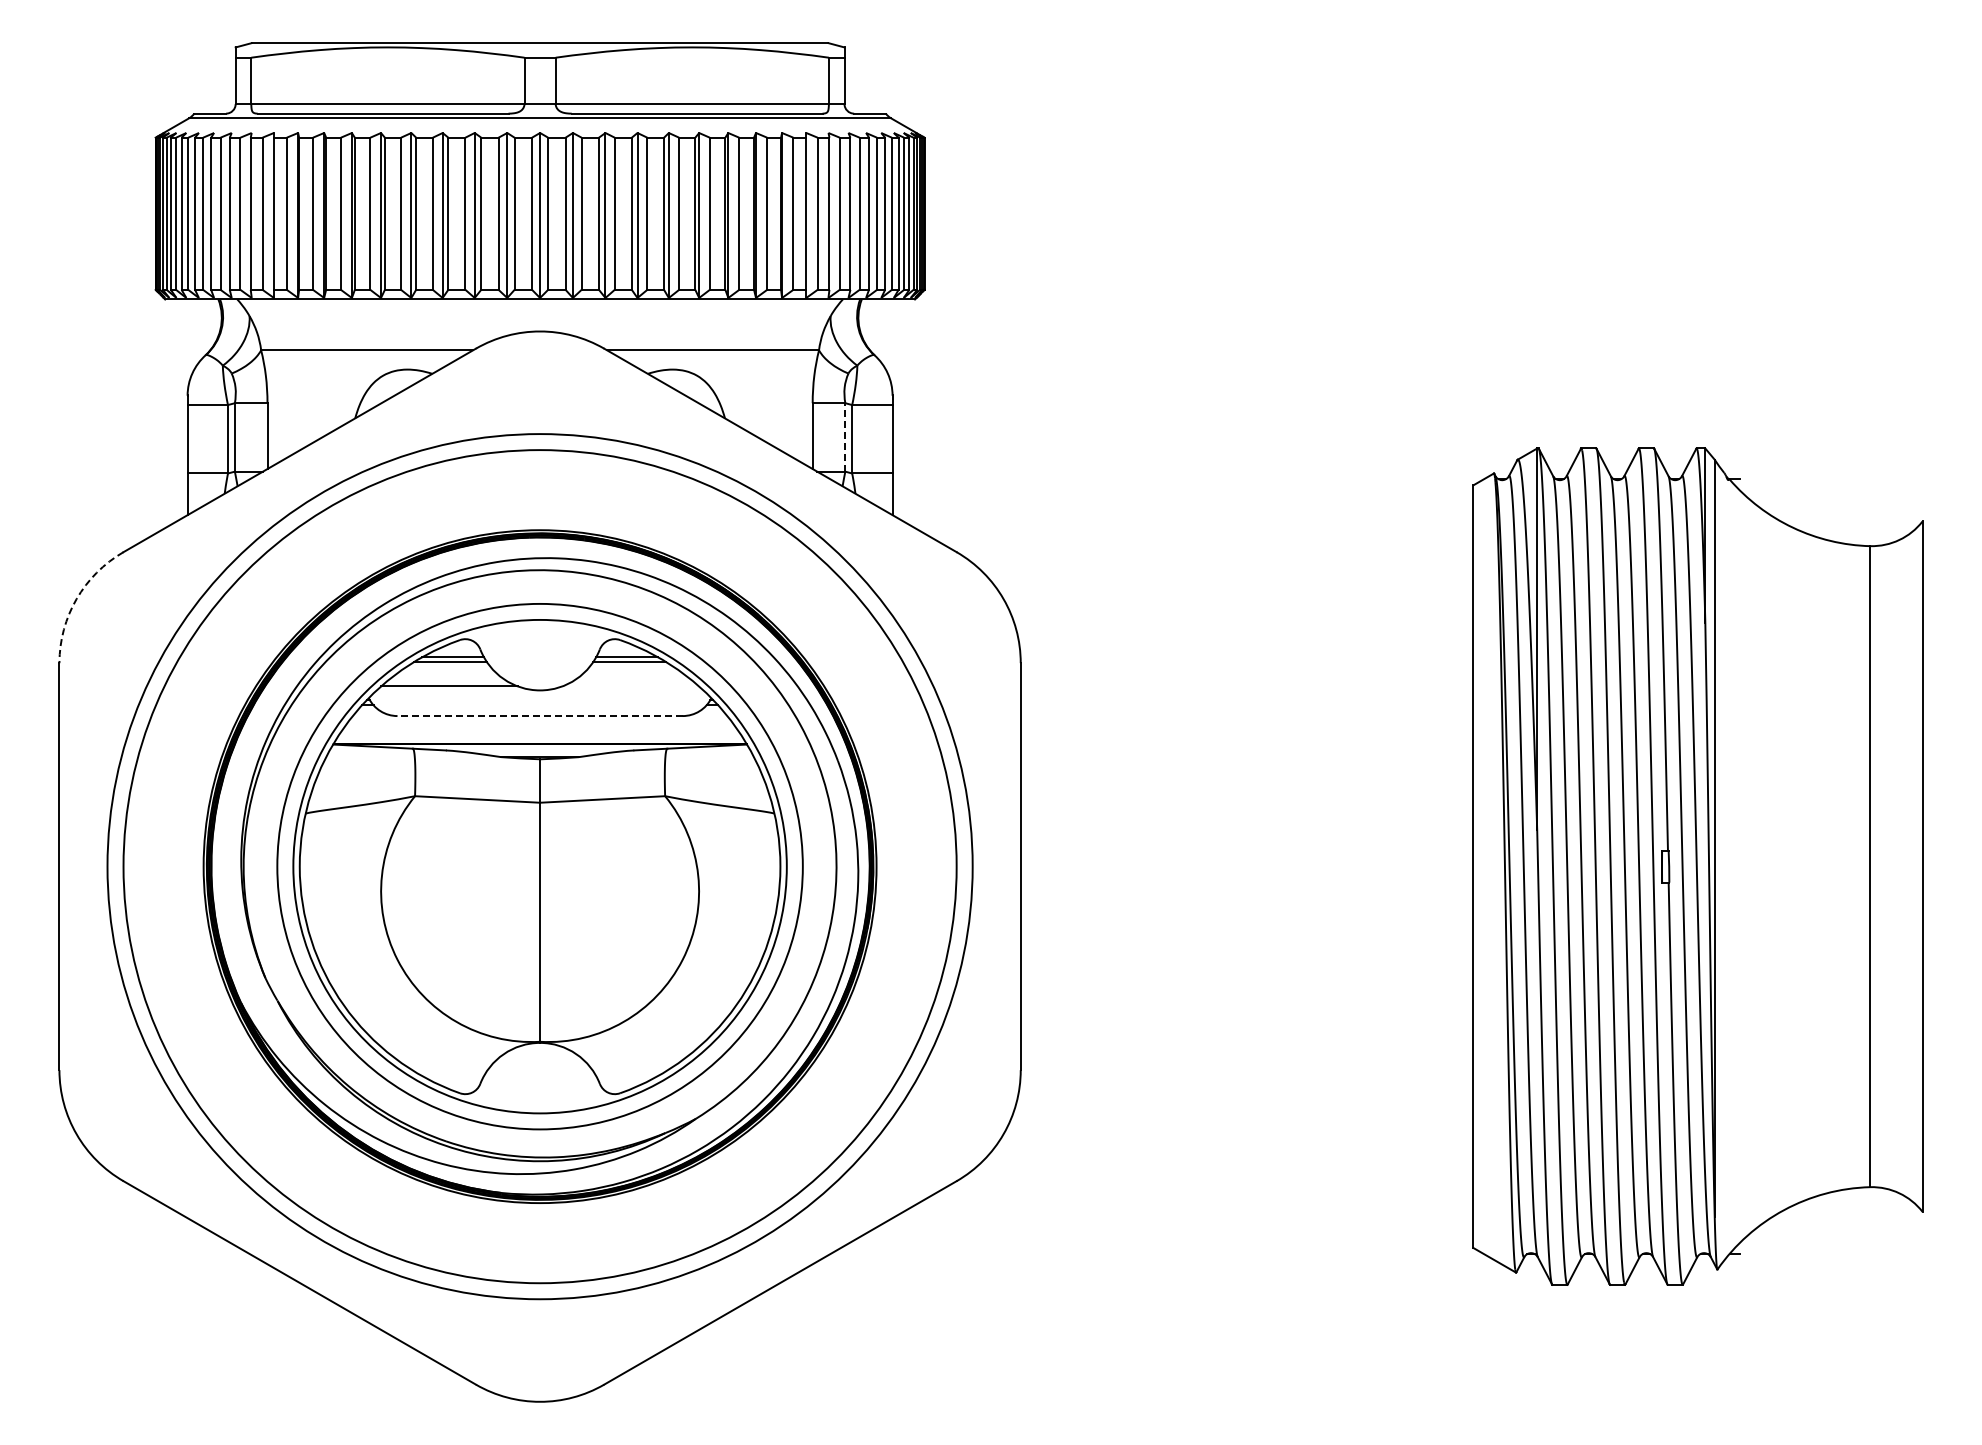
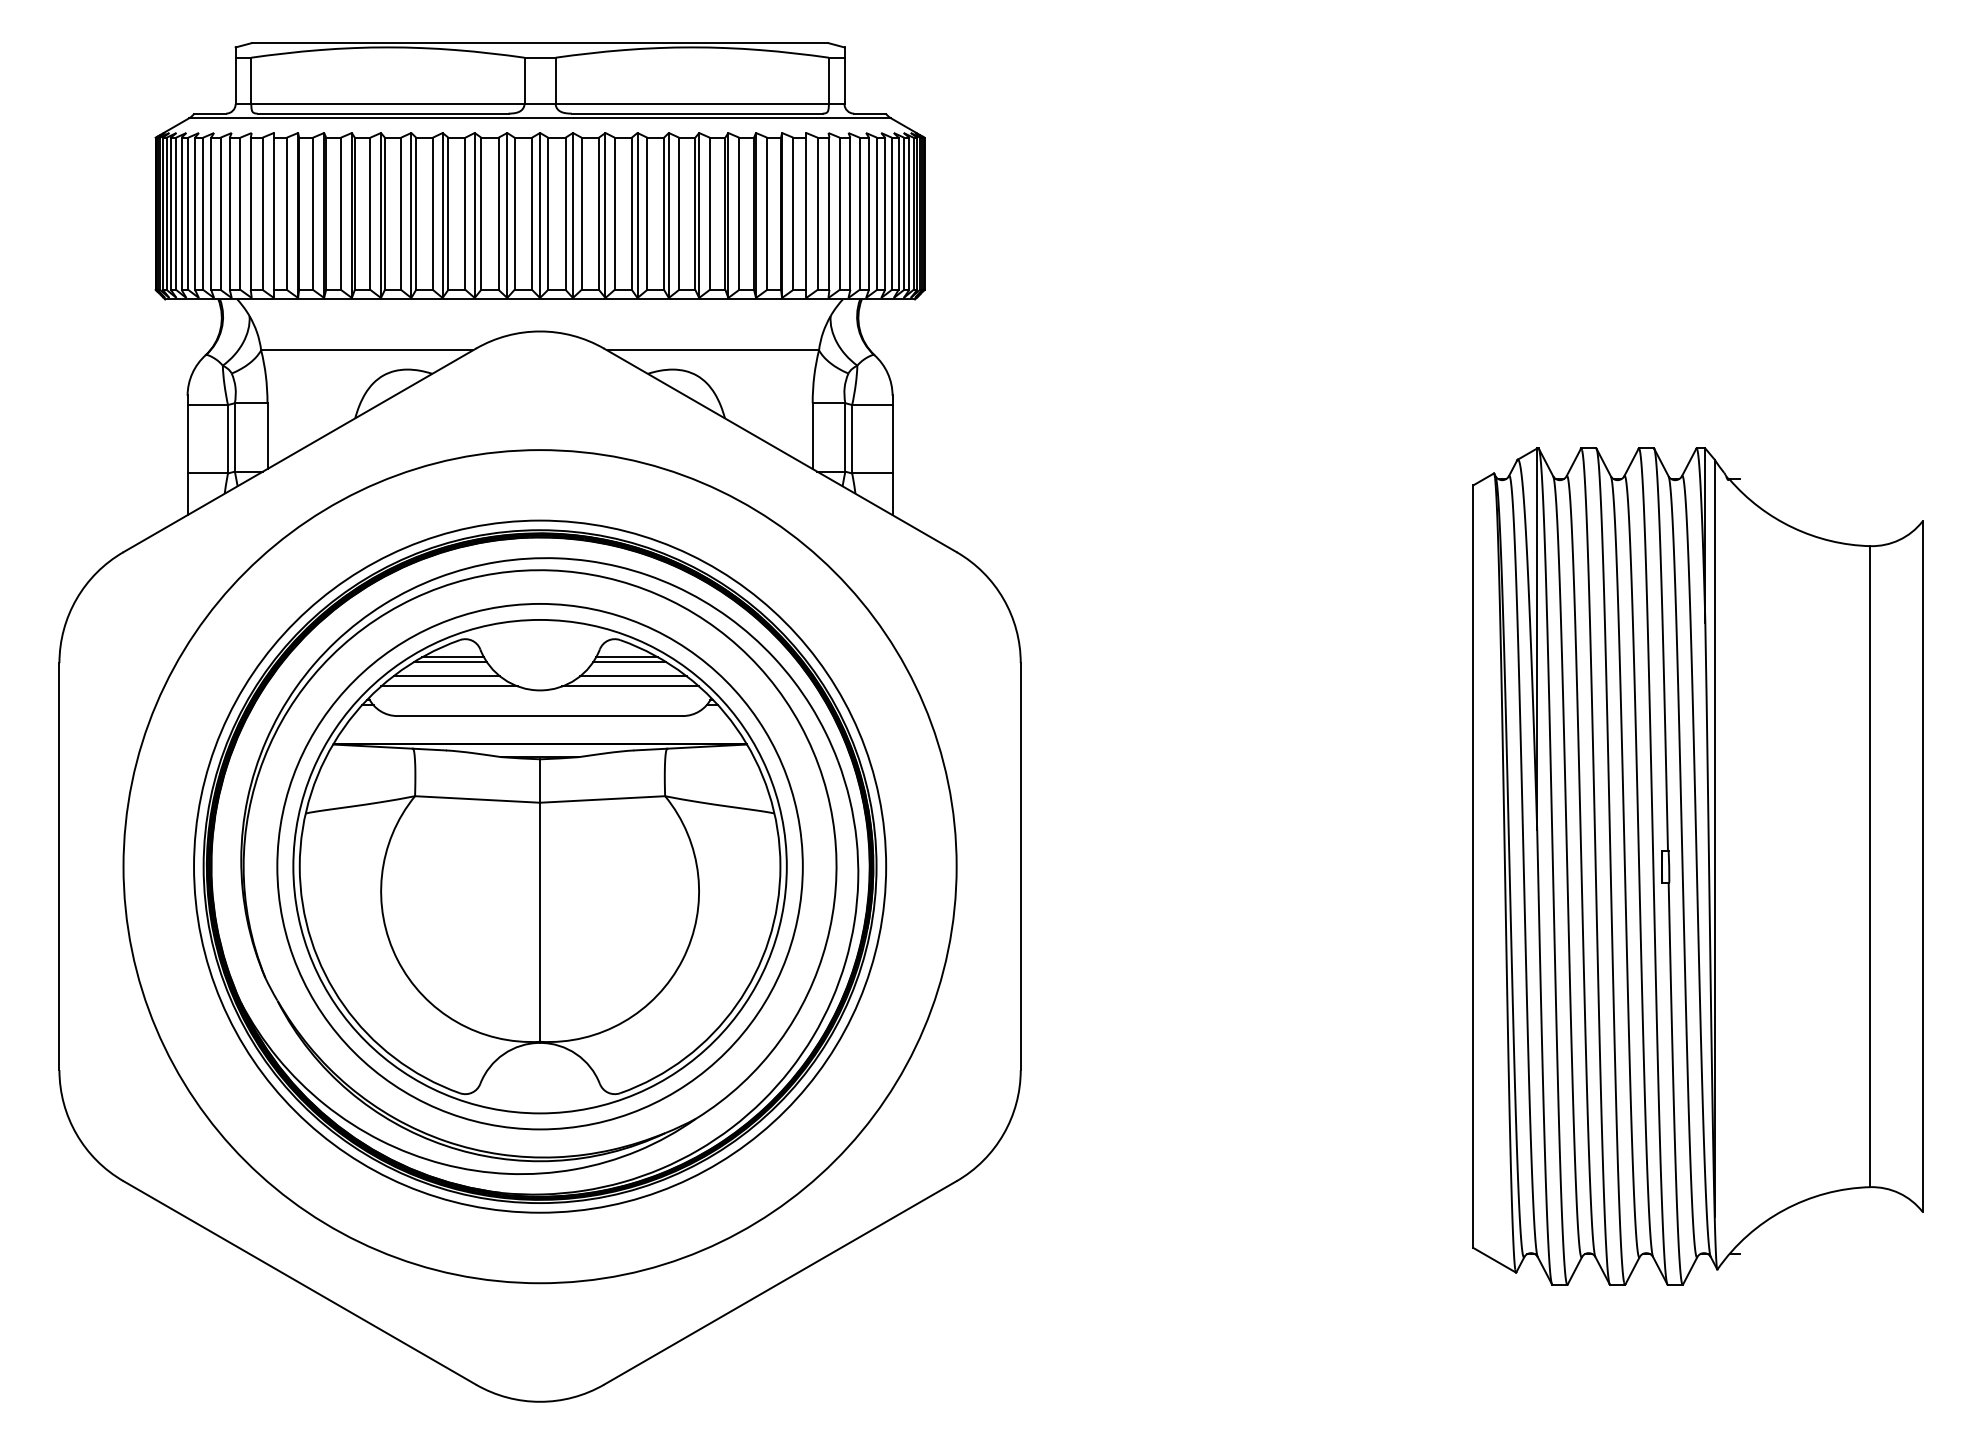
line at (845, 436): dashed -> solid
arc at (76, 599): dashed -> solid
line at (446, 676): none -> present
line at (633, 676): none -> present
line at (630, 686): none -> present
line at (540, 716): dashed -> solid
circle at (539, 866) diameter: 865 px -> 692 px
